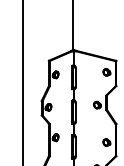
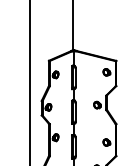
line at (22, 82) position: (22, 82) -> (29, 82)
